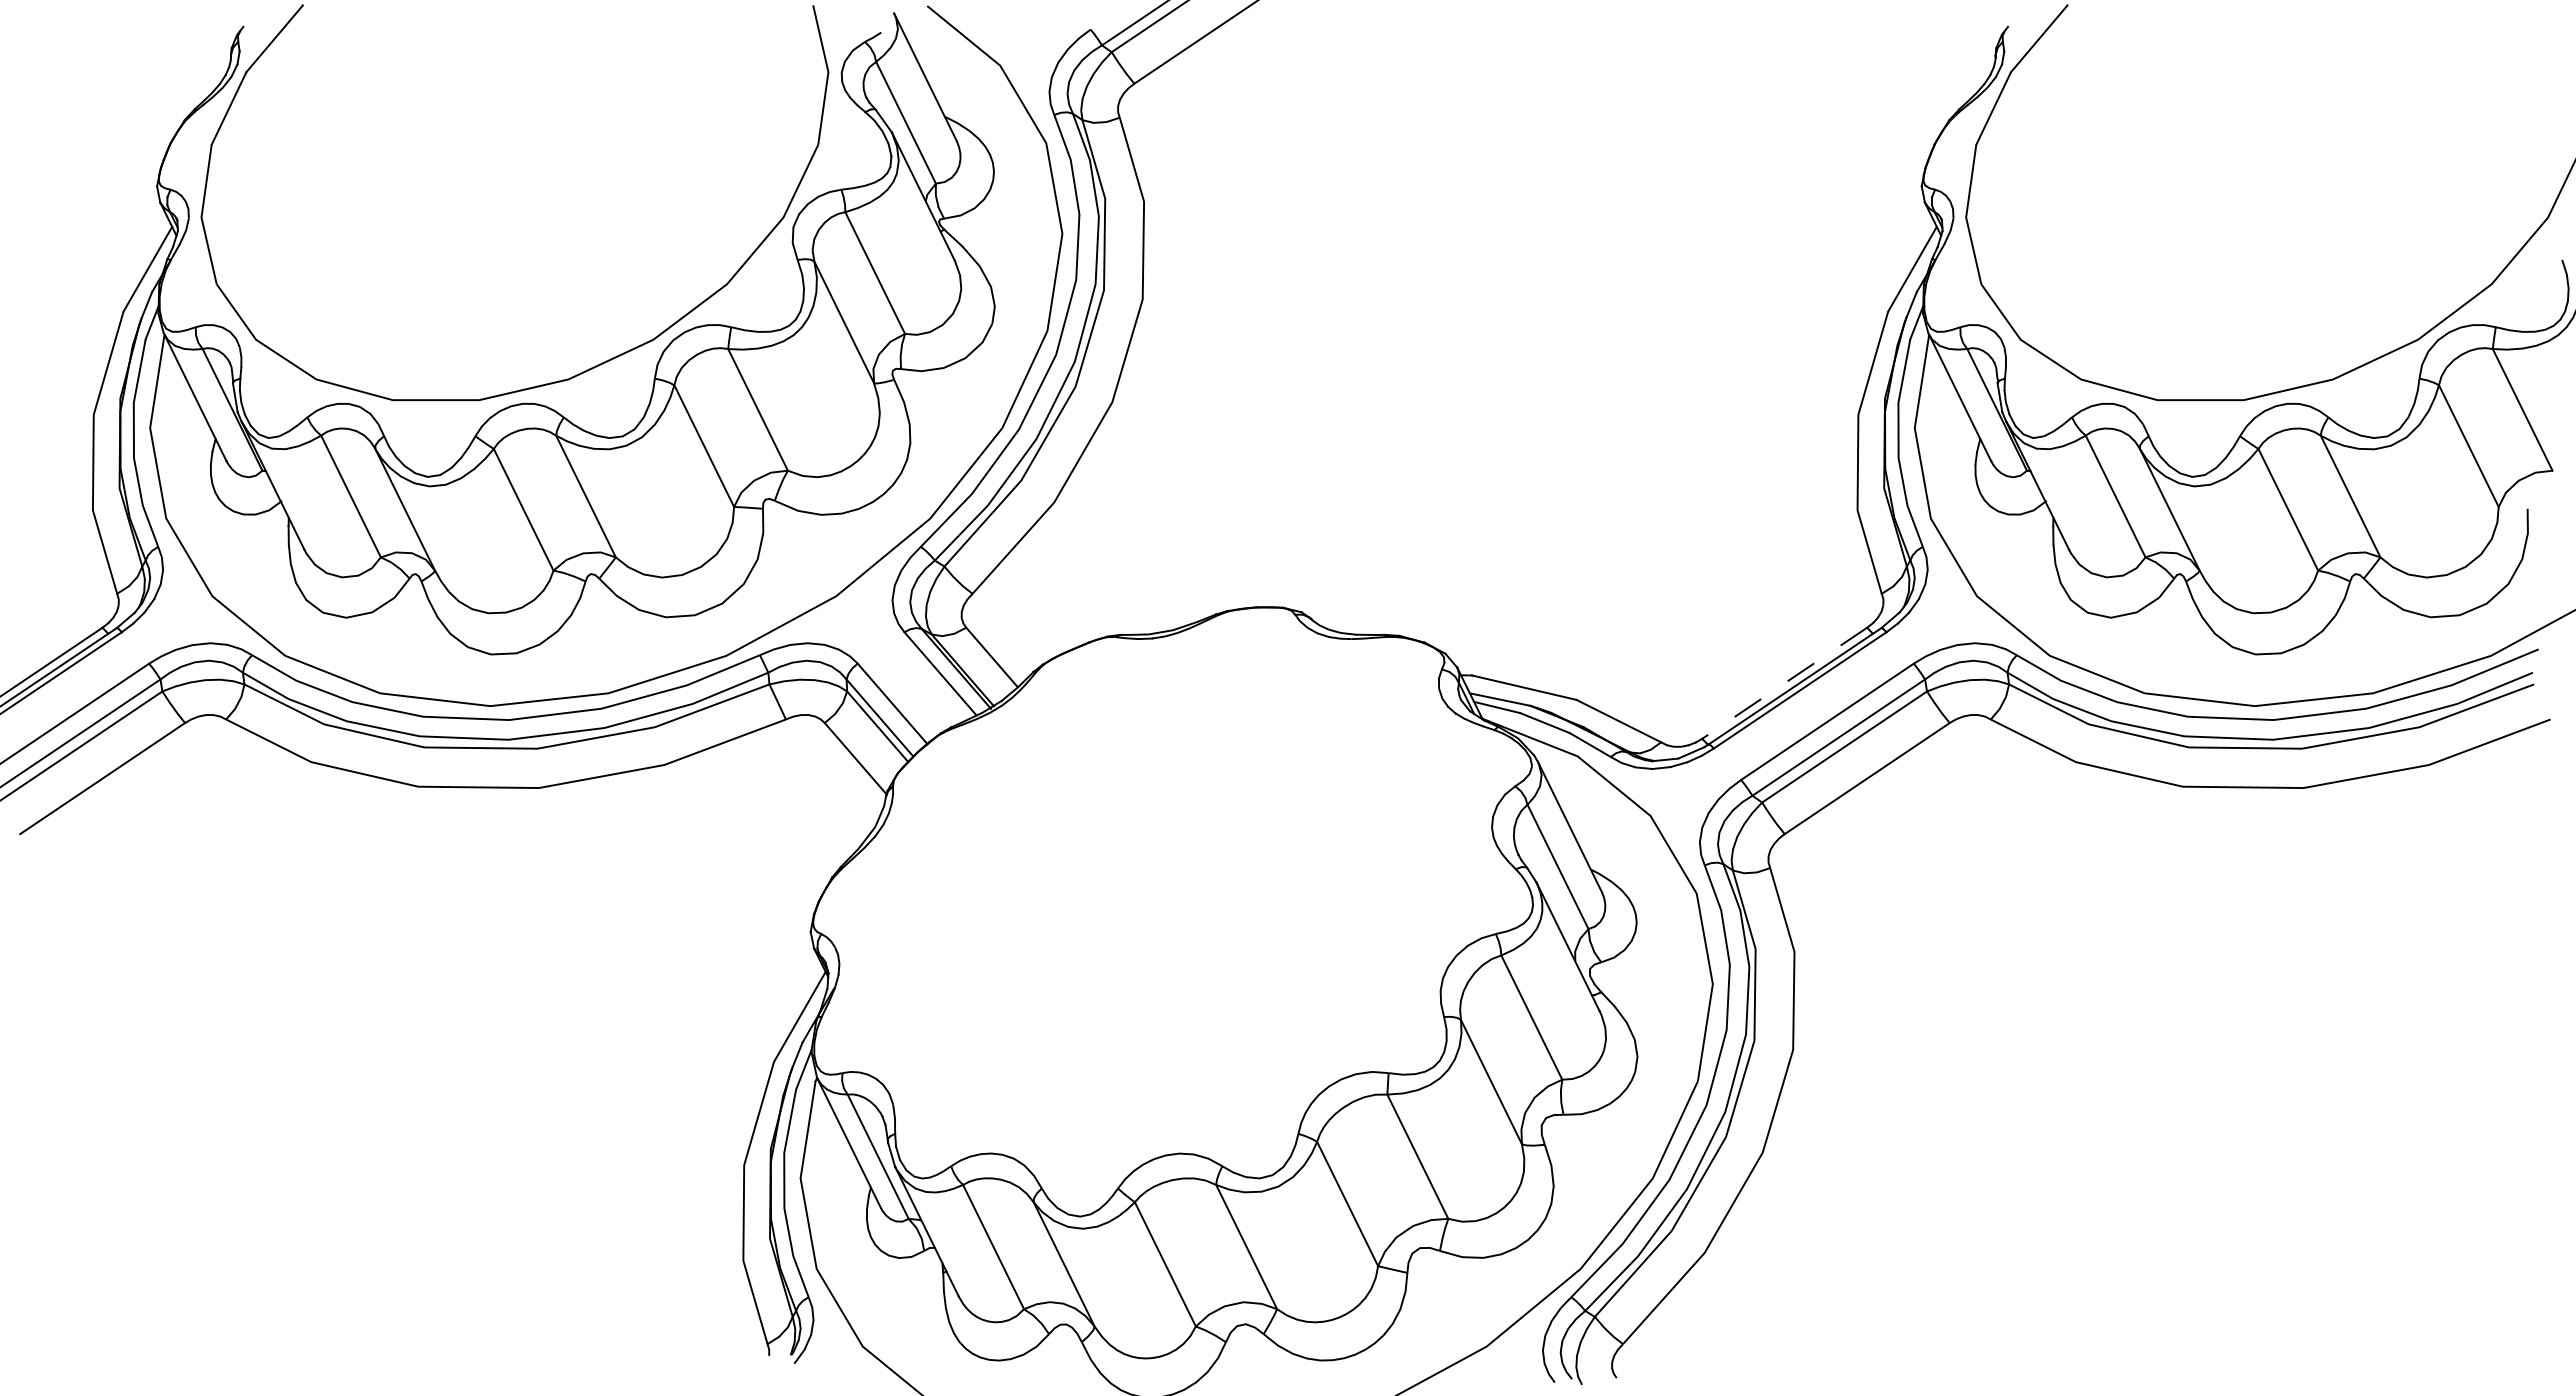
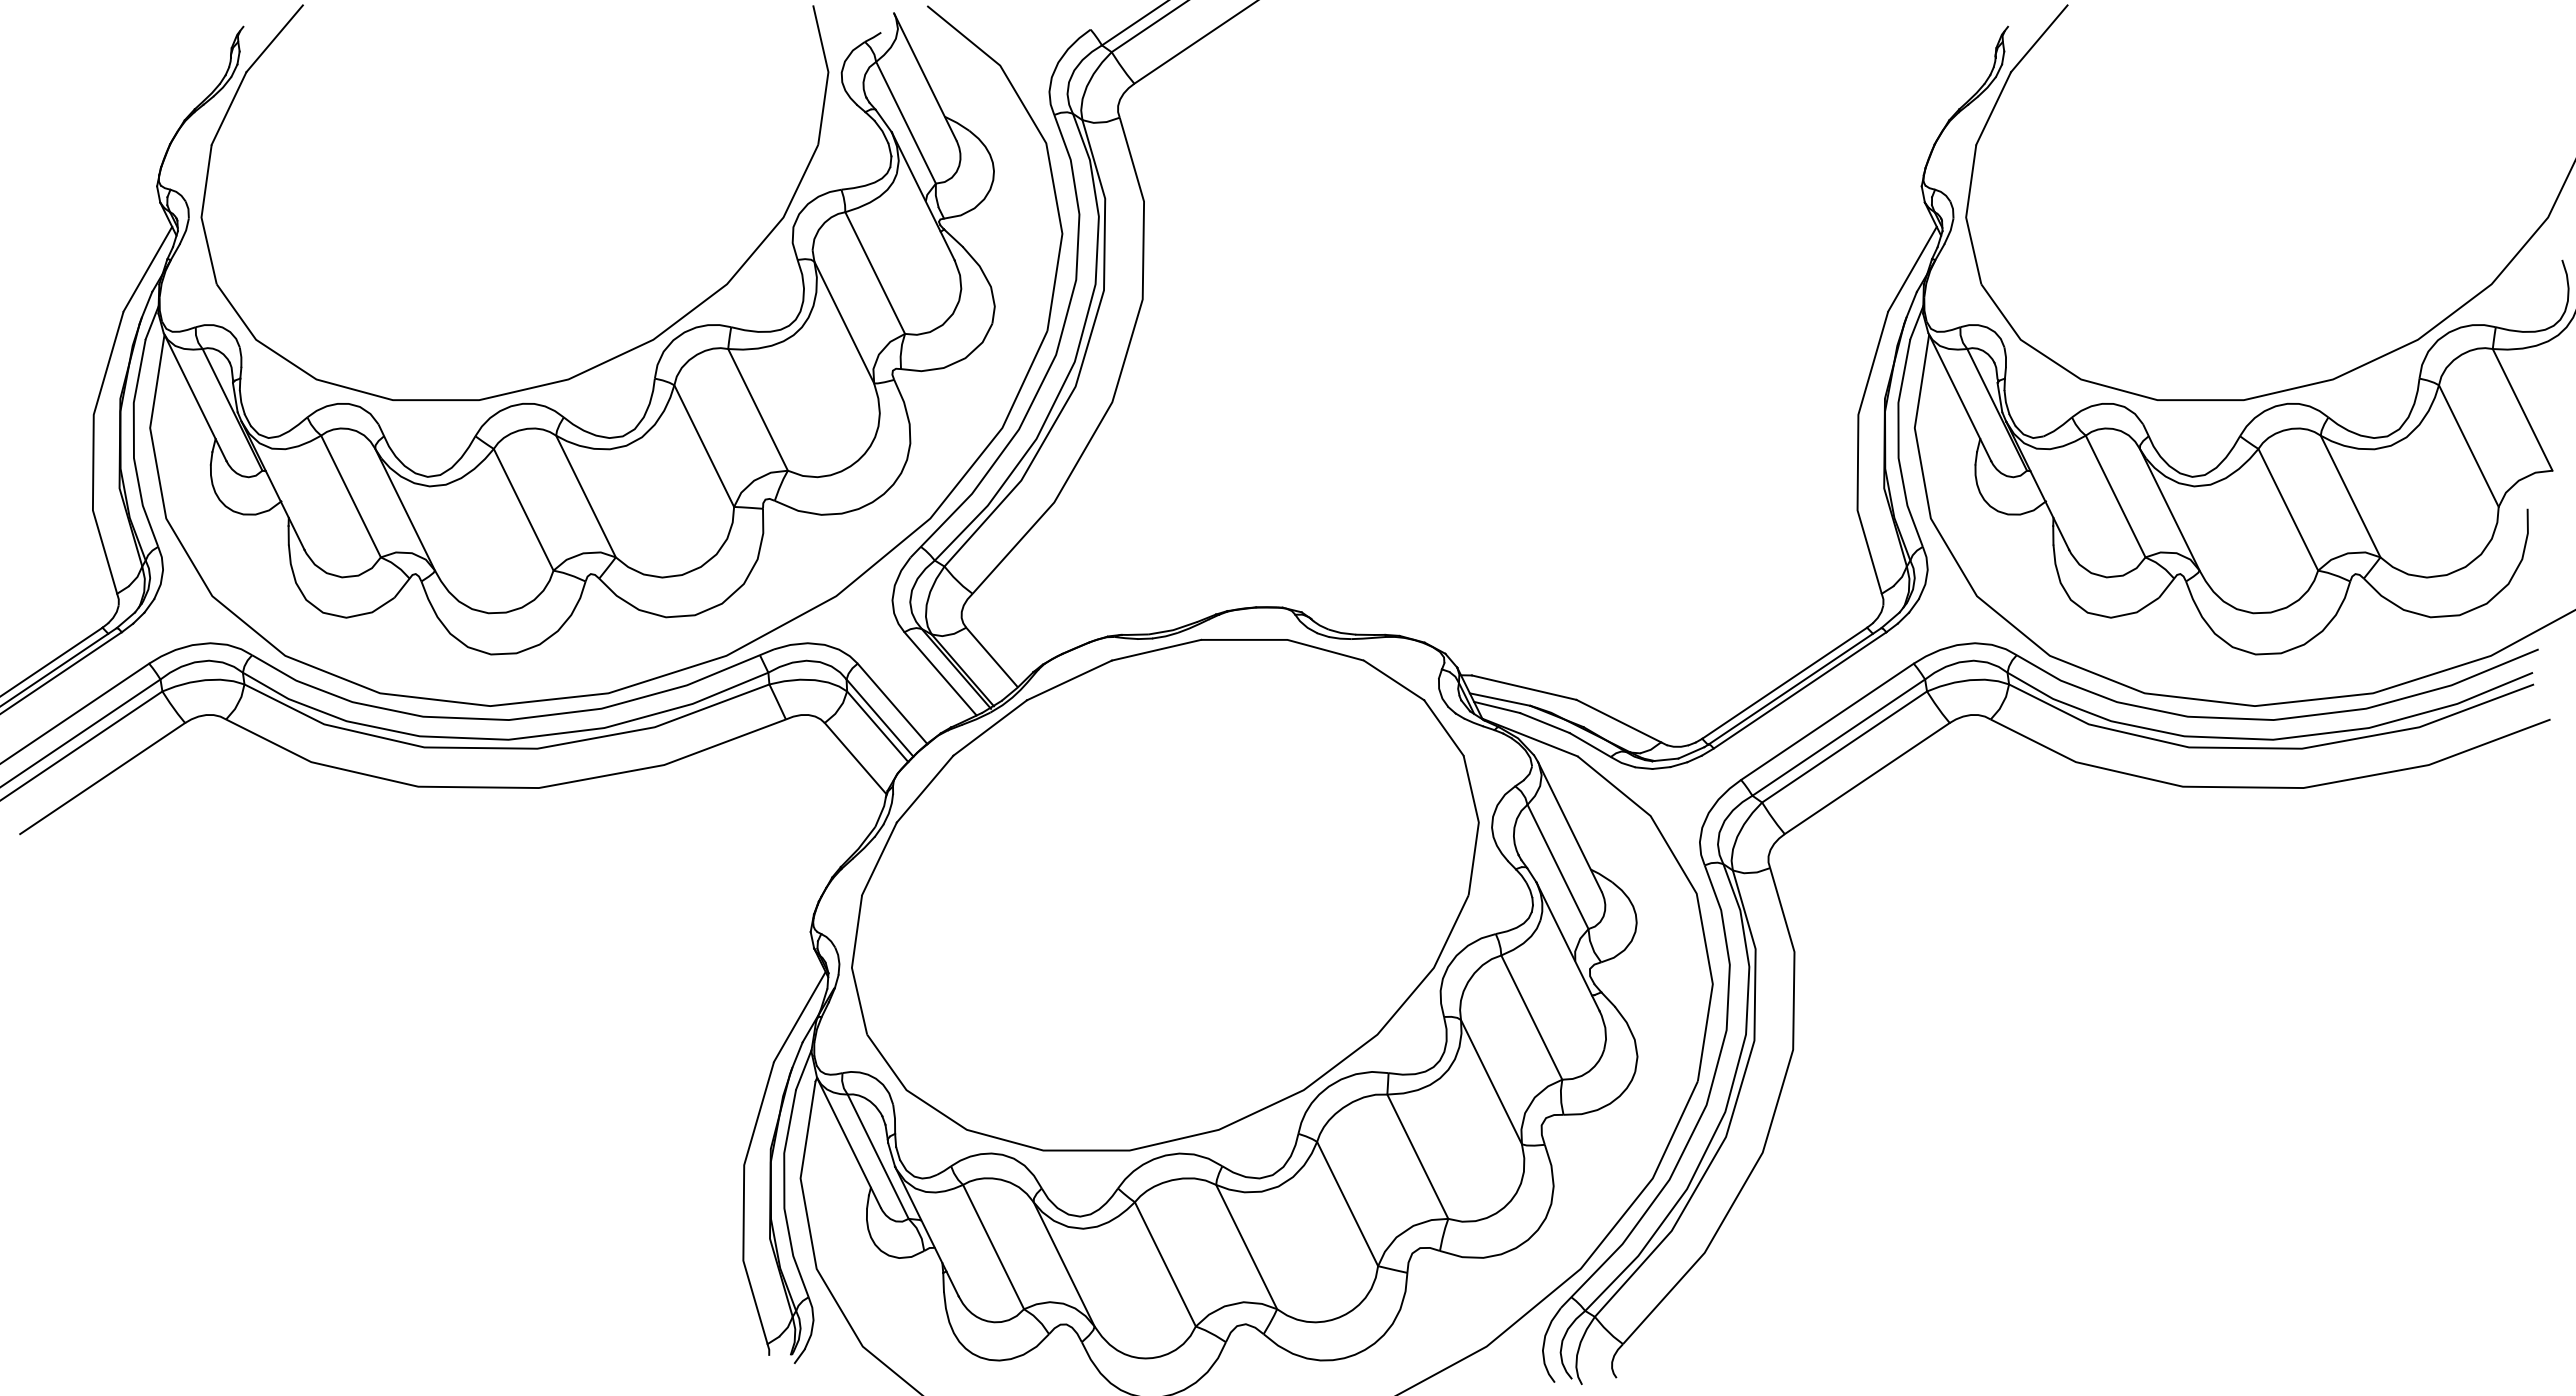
line at (1784, 683): dashed -> solid
part at (1165, 894): none -> present
